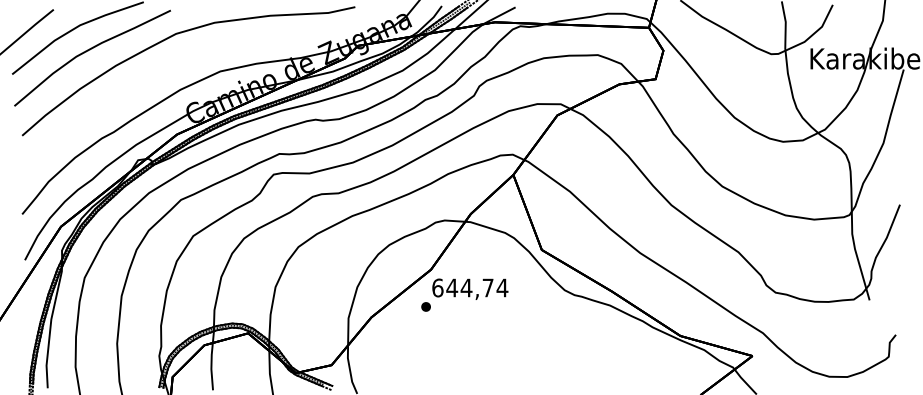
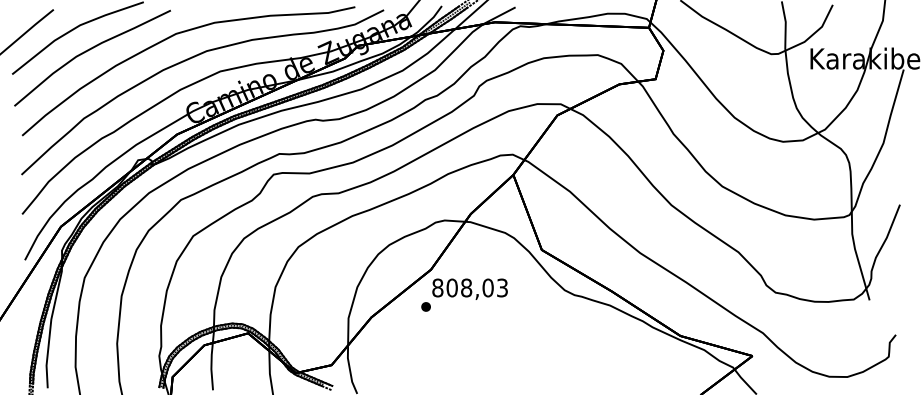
part at (188, 60): none -> present
text at (470, 287): 644,74 -> 808,03
